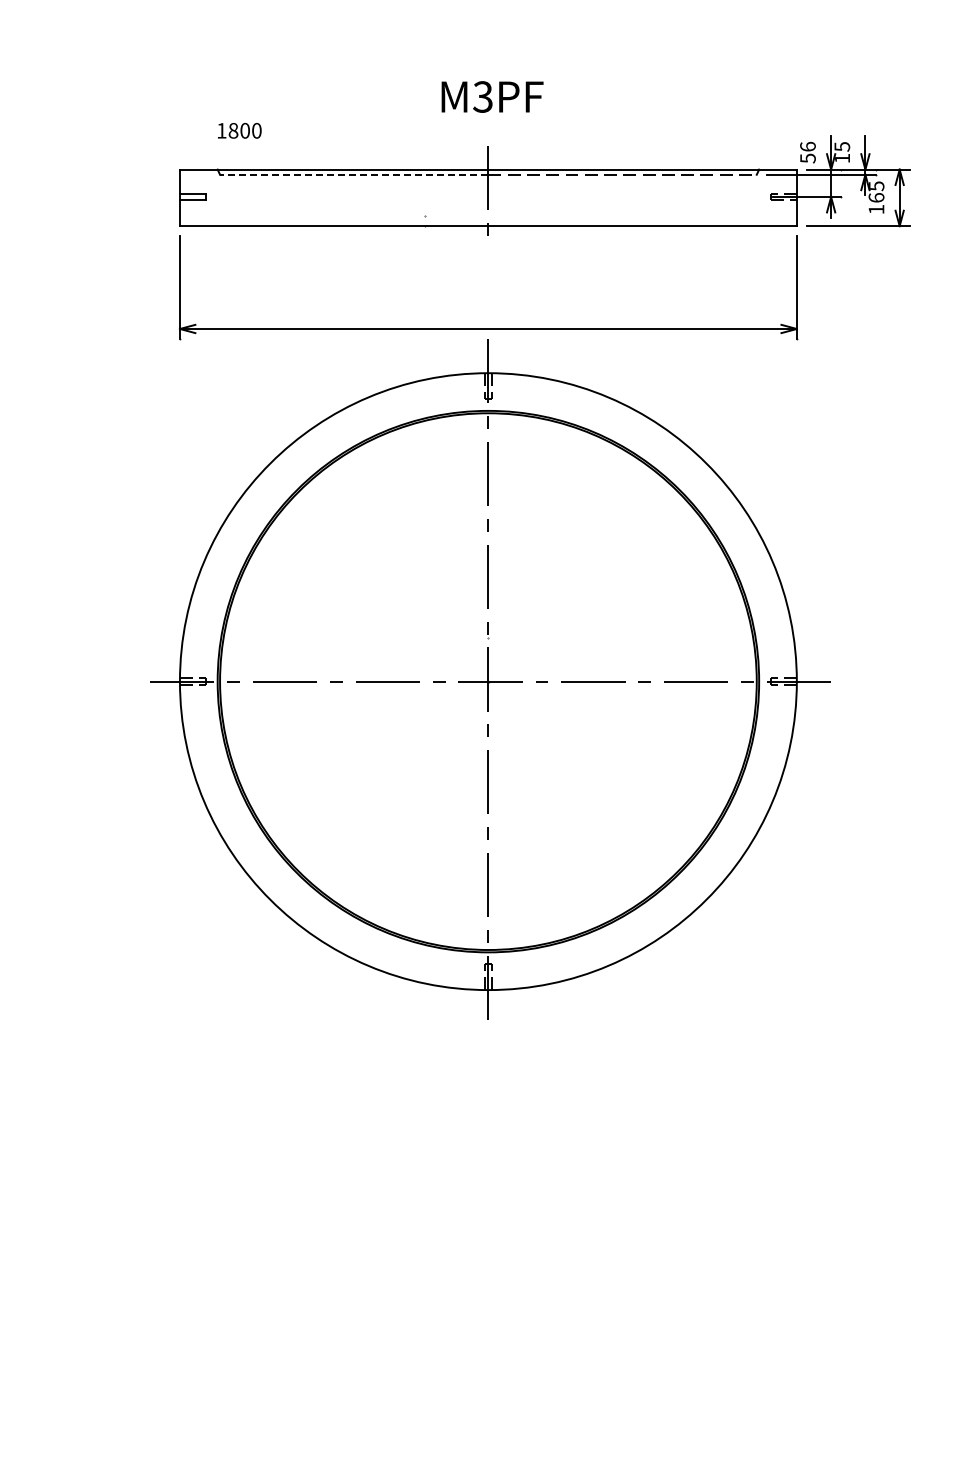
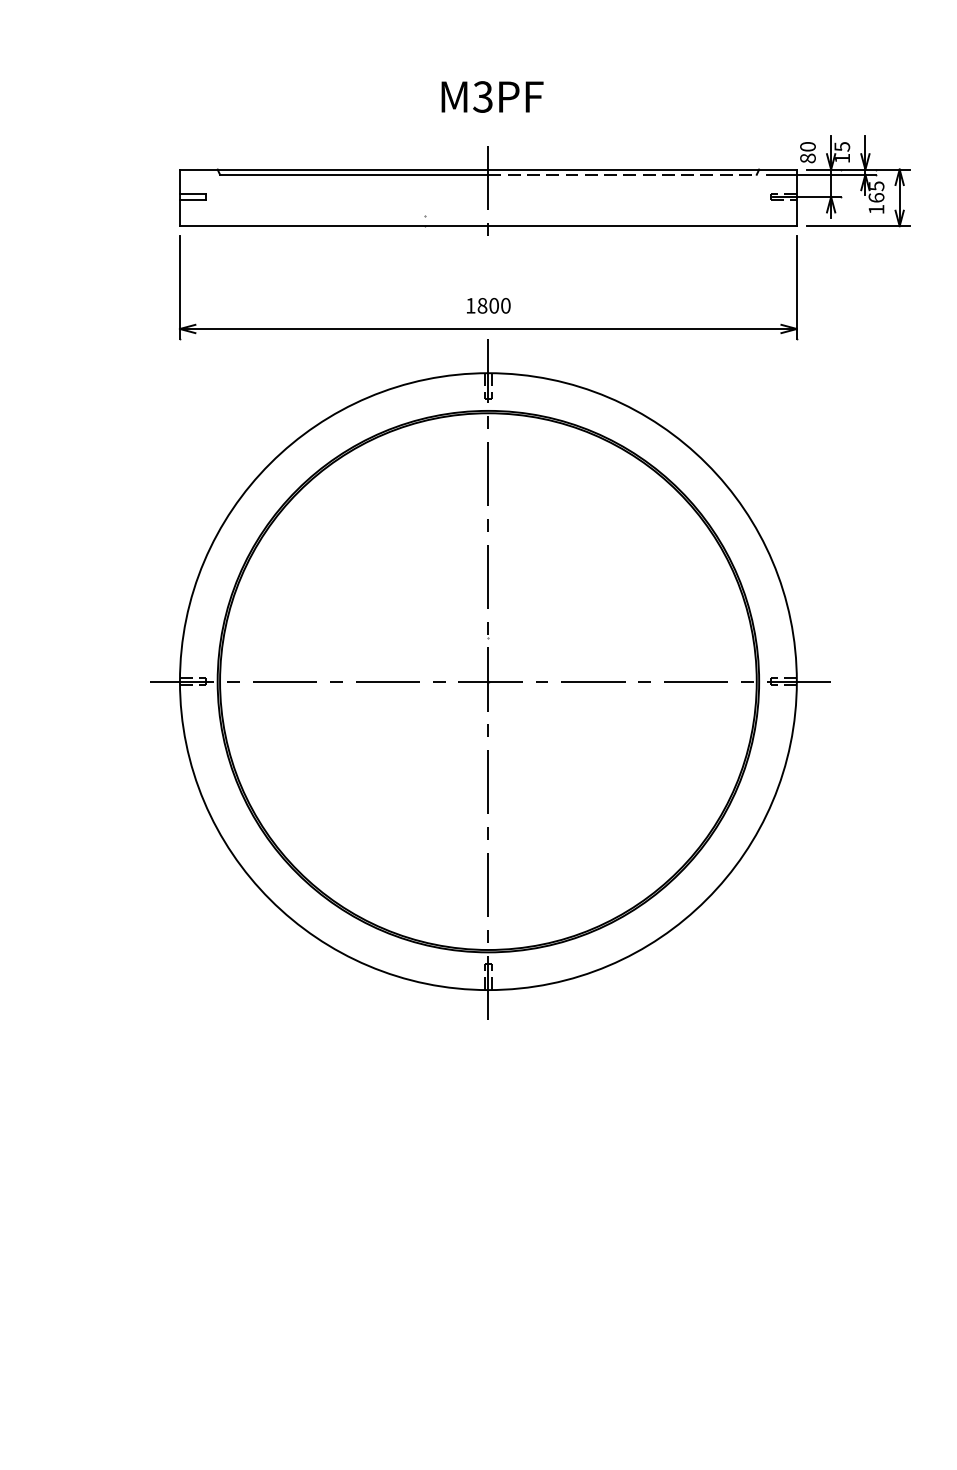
text at (239, 130) position: (239, 130) -> (488, 305)
text at (807, 152): 56 -> 80
line at (353, 174): dashed -> solid
